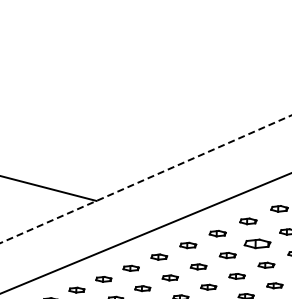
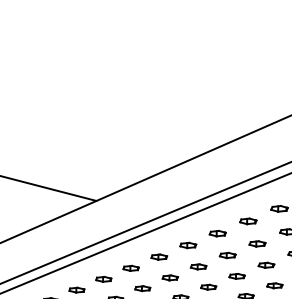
line at (145, 179): dashed -> solid
line at (145, 223): none -> present
part at (257, 243) size: 29x12 px -> 19x8 px
